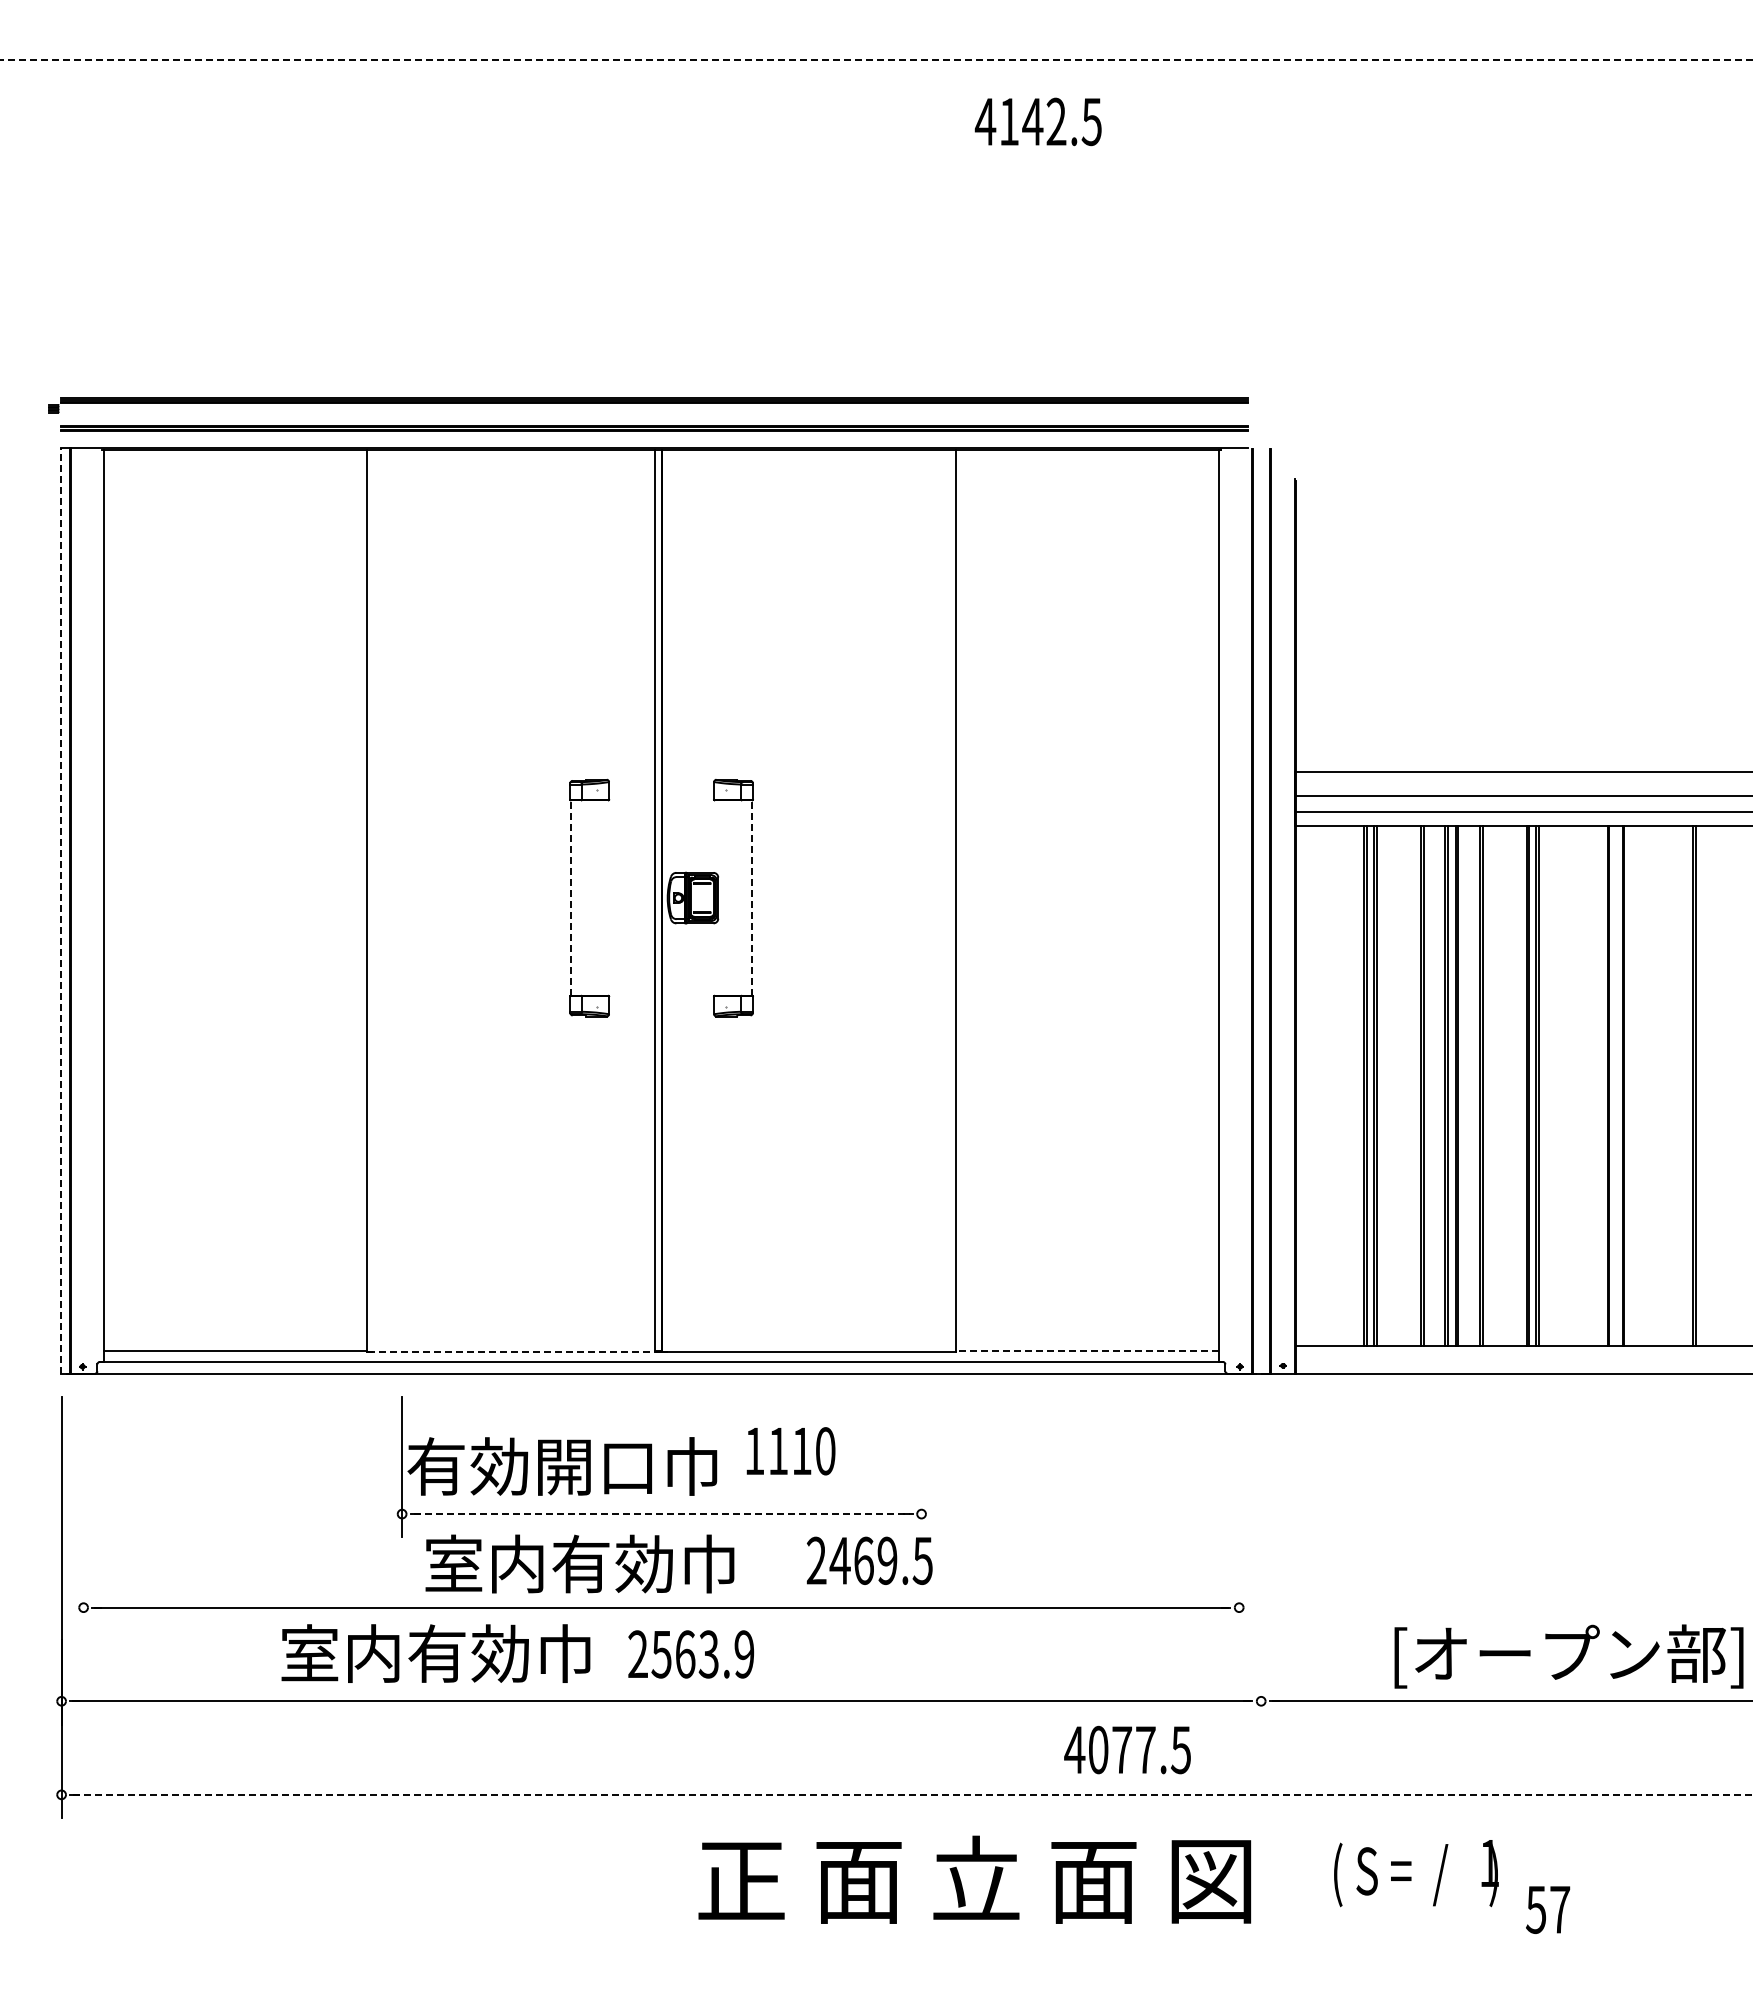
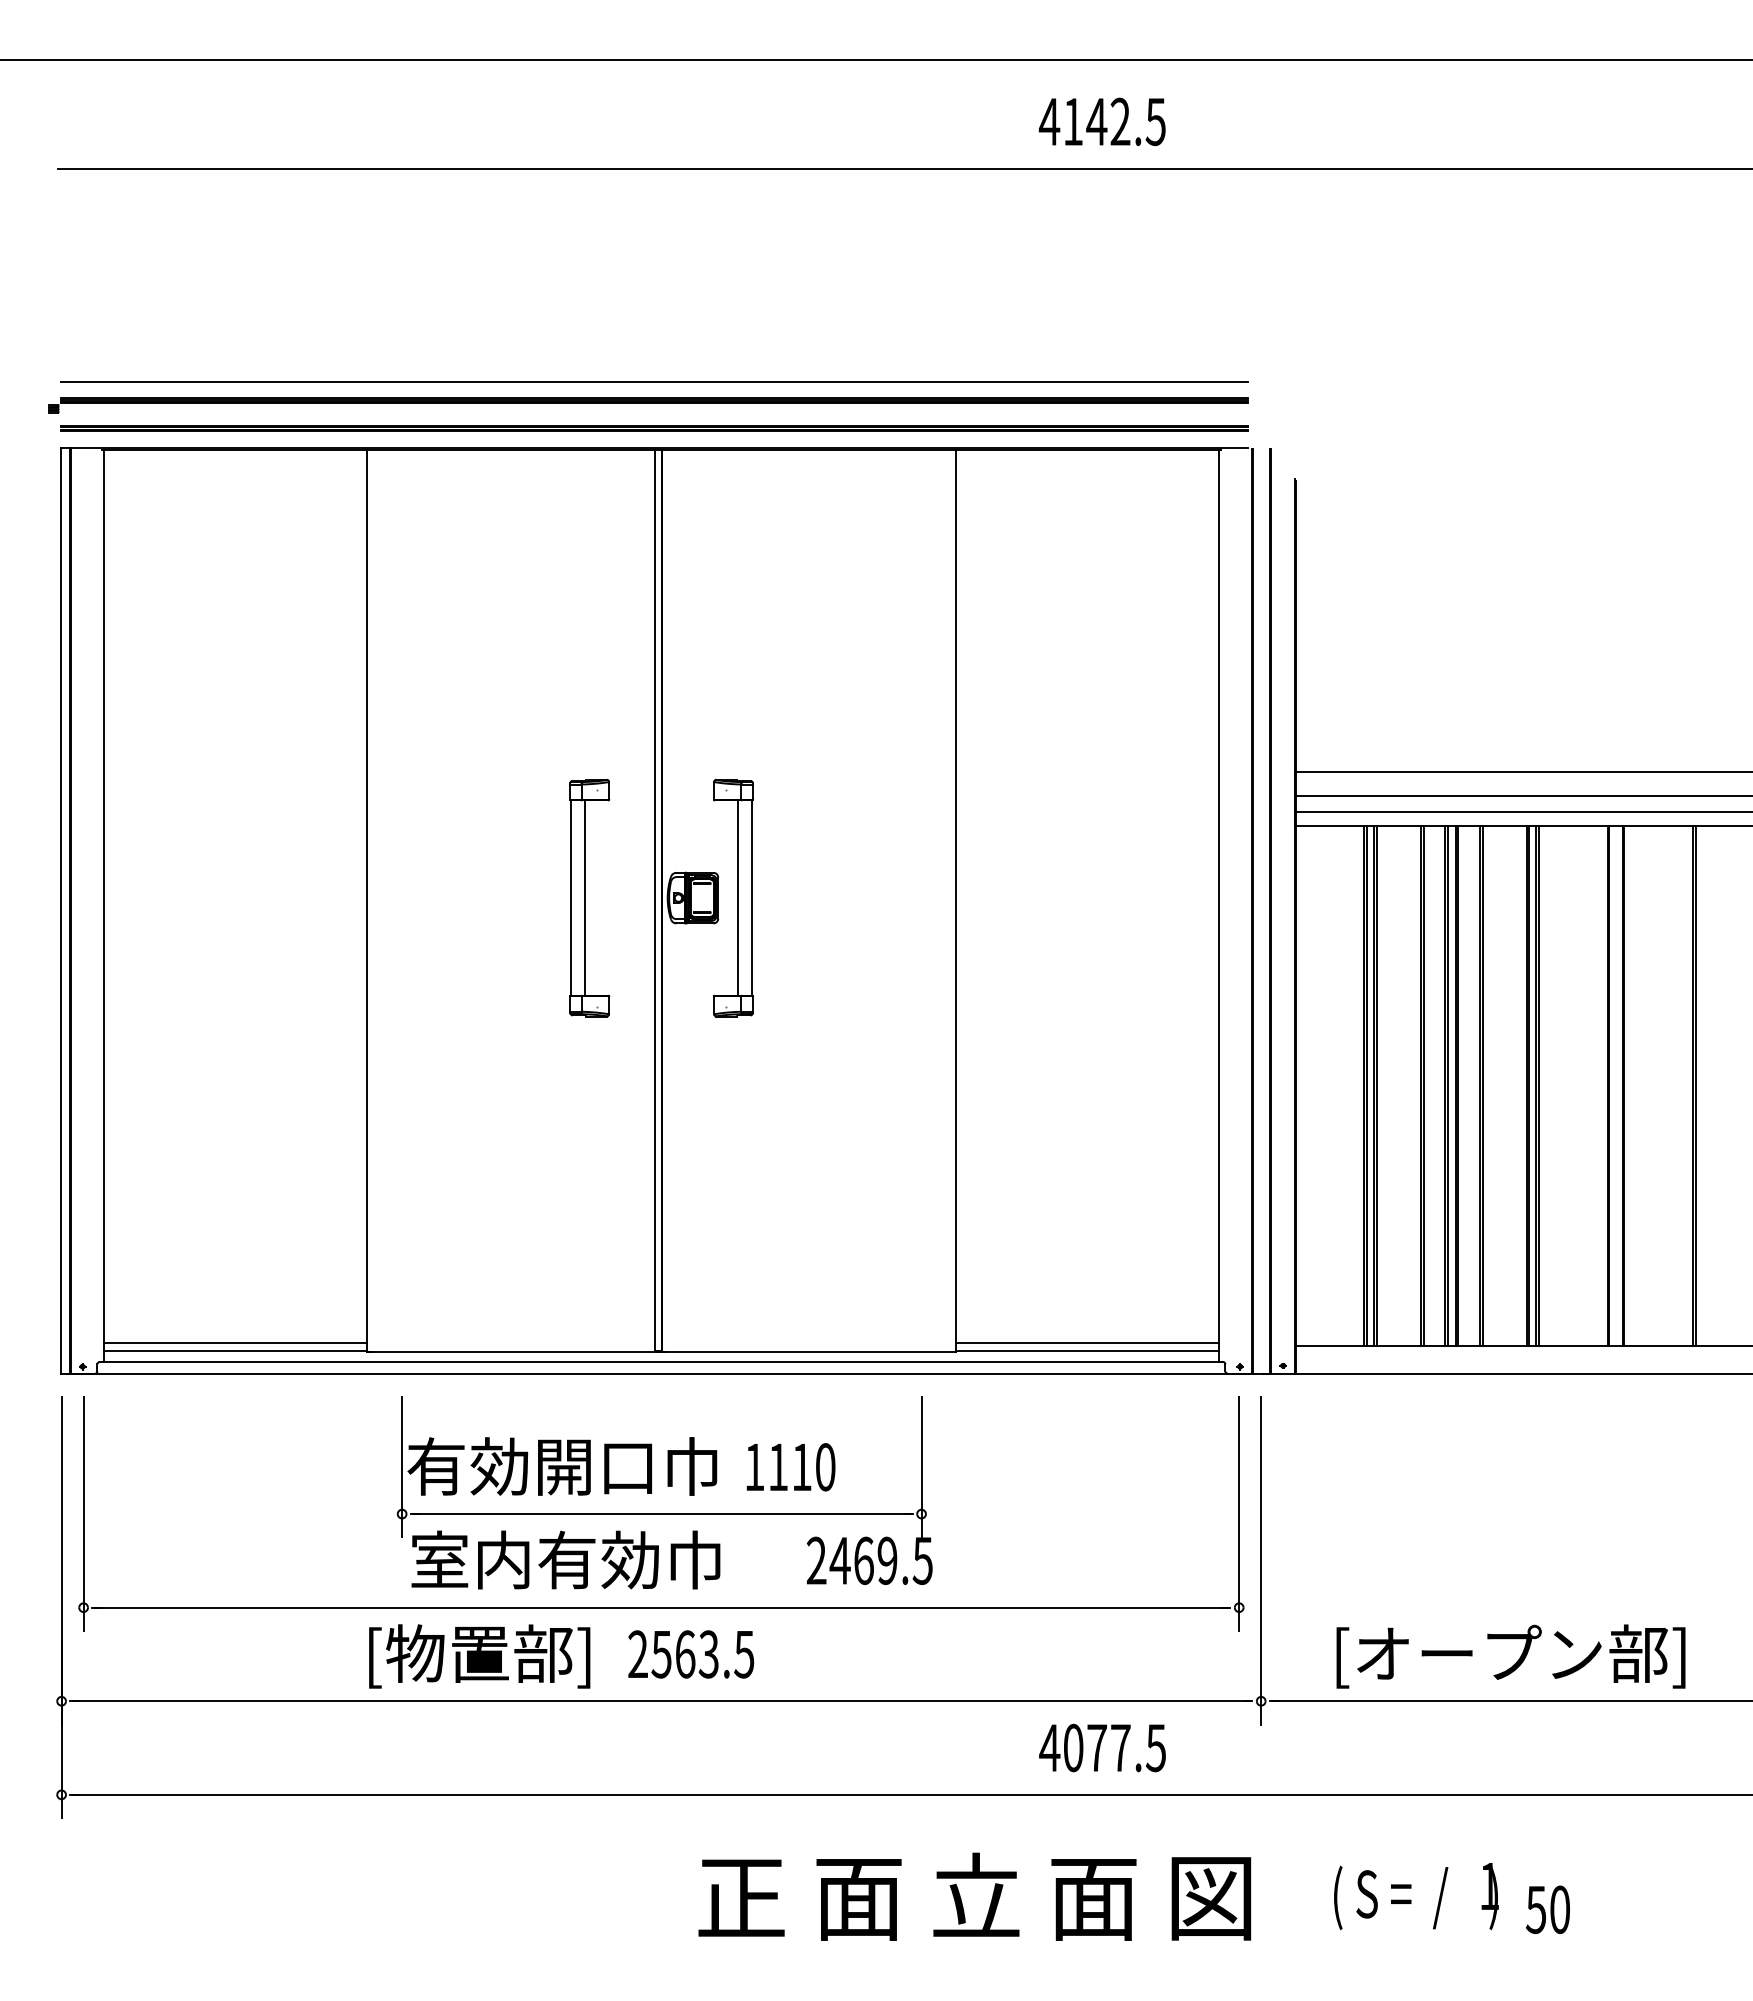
line at (877, 60): dashed -> solid
text at (1037, 121) position: (1037, 121) -> (1101, 121)
line at (903, 168): none -> present
line at (654, 382): none -> present
line at (585, 897): none -> present
line at (738, 897): none -> present
line at (571, 898): dashed -> solid
line at (752, 898): dashed -> solid
line at (61, 910): dashed -> solid
line at (235, 1343): none -> present
line at (1087, 1343): none -> present
line at (514, 1351): dashed -> solid
line at (1087, 1351): dashed -> solid
text at (790, 1451) position: (790, 1451) -> (790, 1467)
line at (921, 1467): none -> present
line at (83, 1514): none -> present
line at (662, 1514): dashed -> solid
line at (1239, 1514): none -> present
line at (1261, 1560): none -> present
text at (579, 1563) position: (579, 1563) -> (565, 1559)
text at (744, 1654): 2563.9 -> 2563.5
text at (435, 1656): 室内有効巾 -> [物置部]
text at (1568, 1656) position: (1568, 1656) -> (1510, 1656)
text at (1127, 1749) position: (1127, 1749) -> (1102, 1747)
line at (913, 1794): dashed -> solid
text at (1416, 1873) position: (1416, 1873) -> (1416, 1896)
text at (974, 1879) position: (974, 1879) -> (974, 1896)
text at (1560, 1909): 57 -> 50
